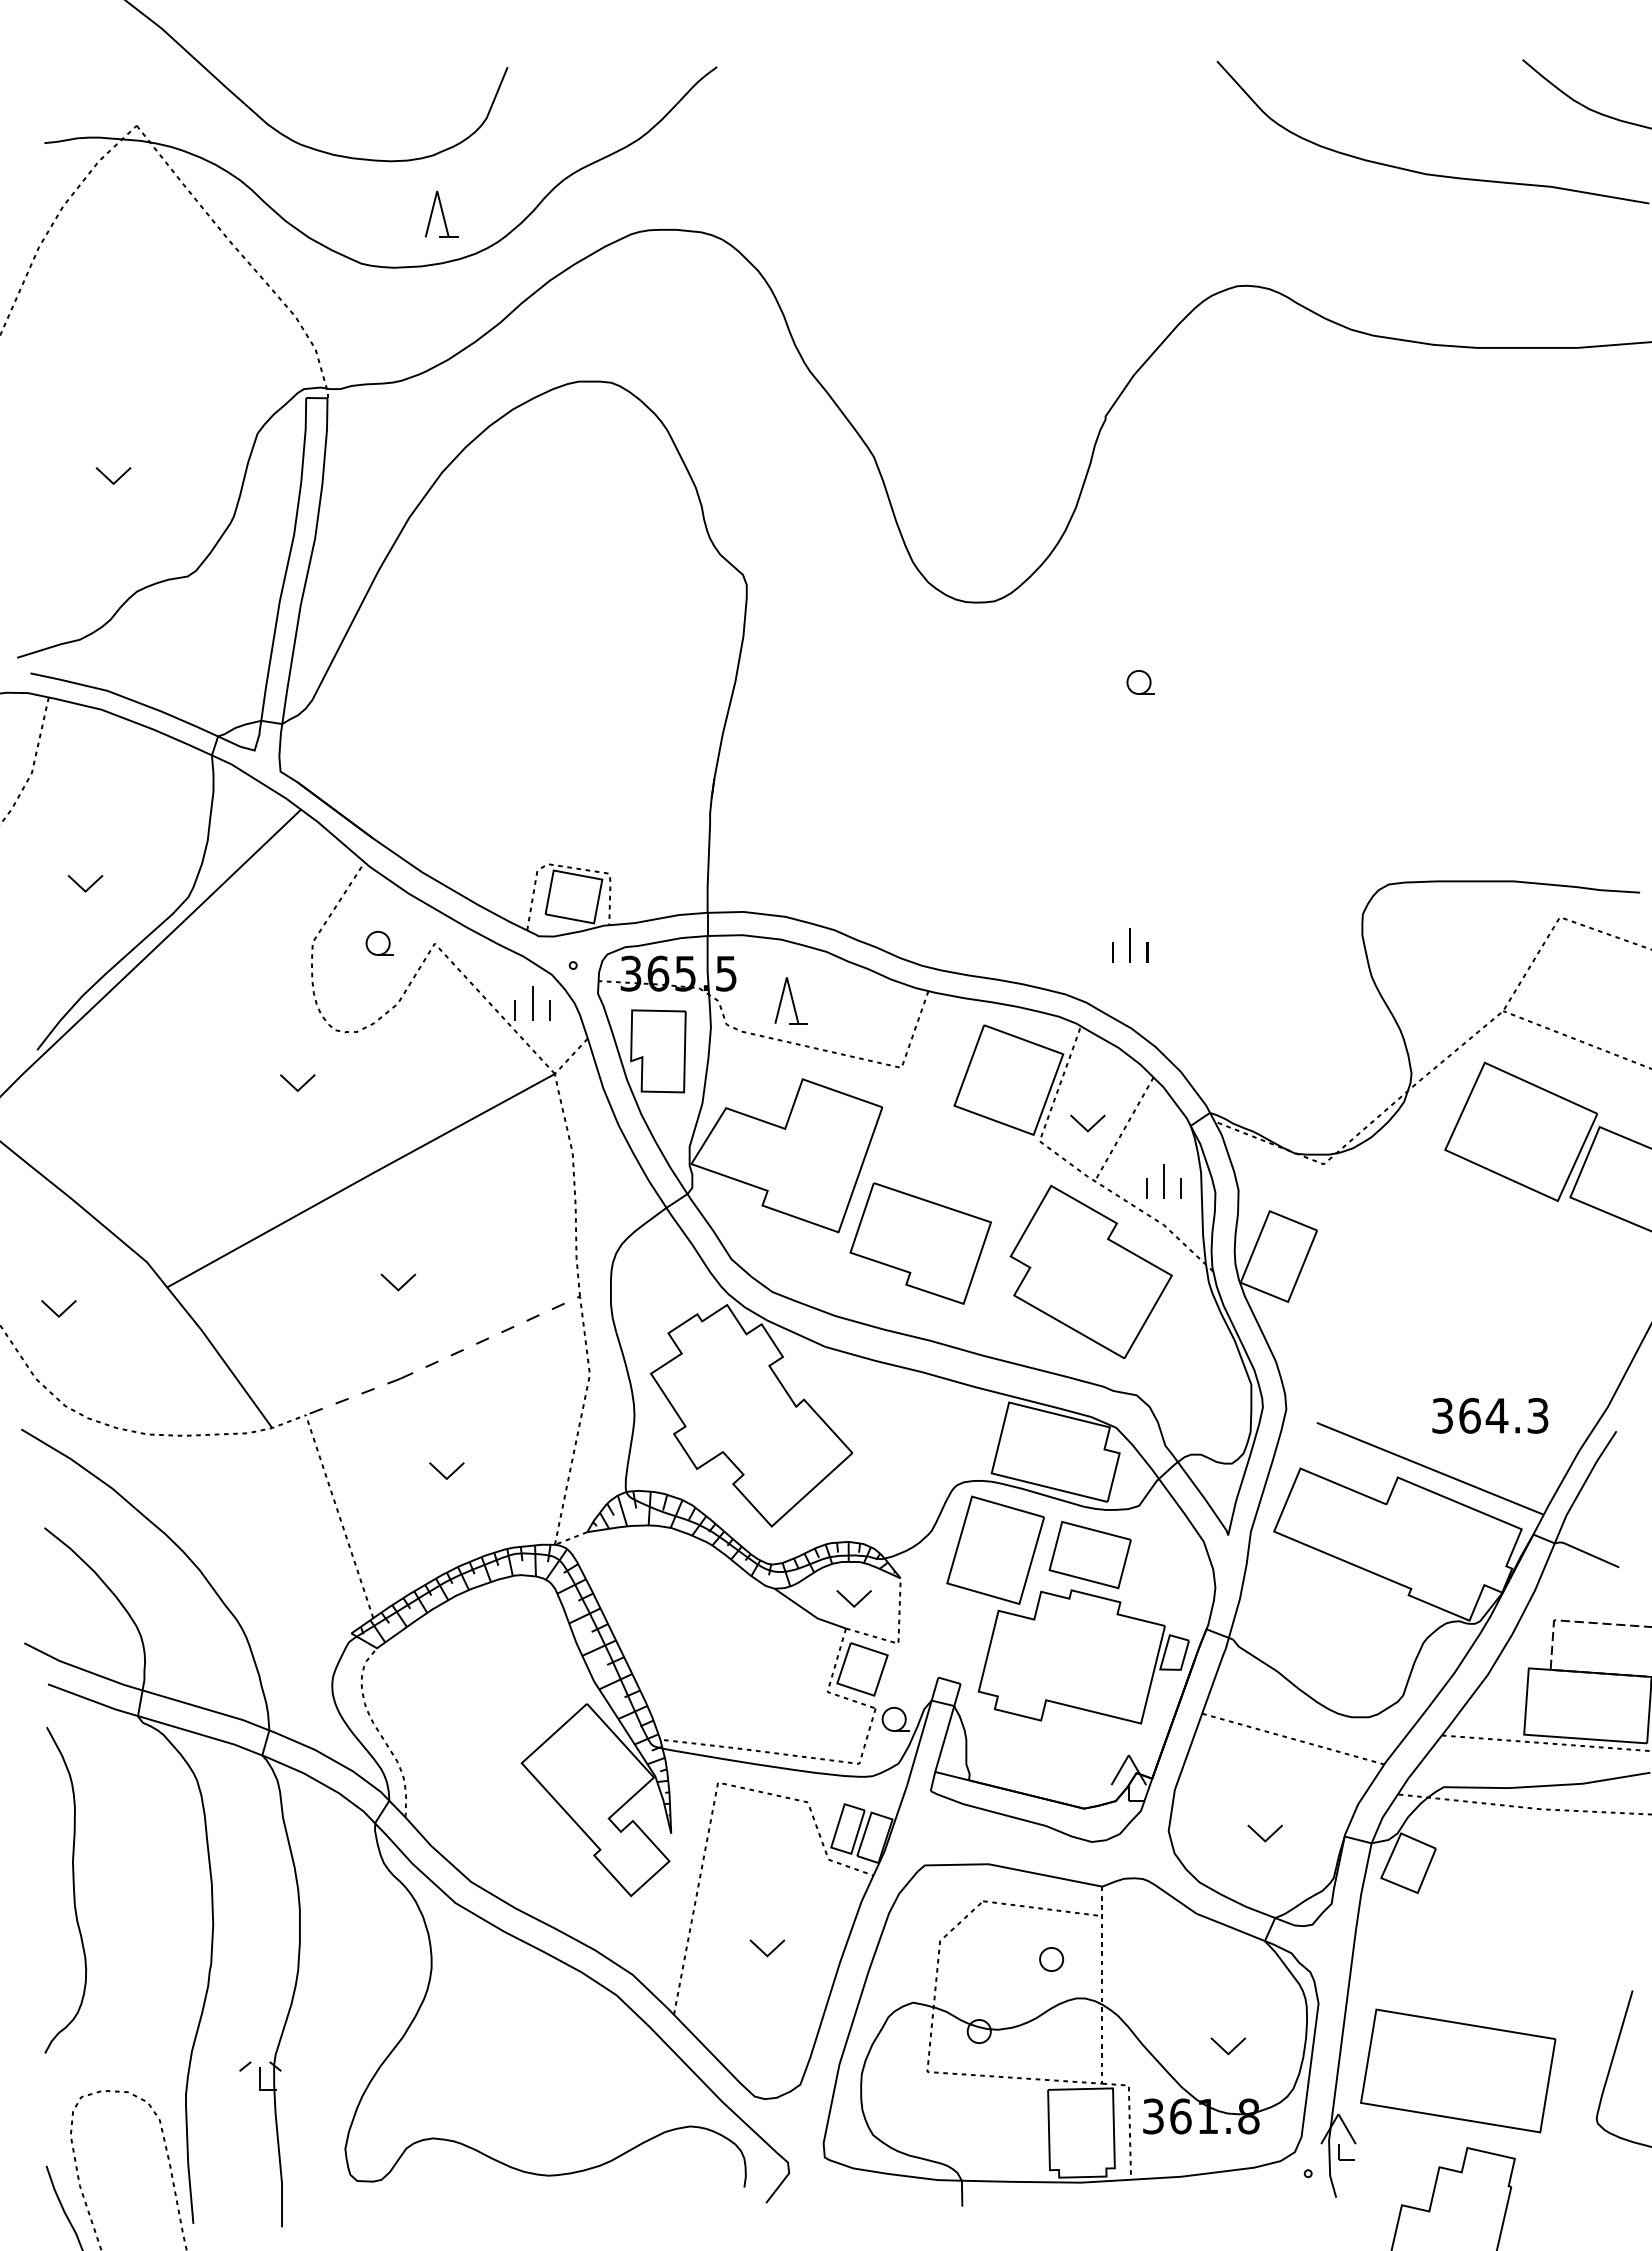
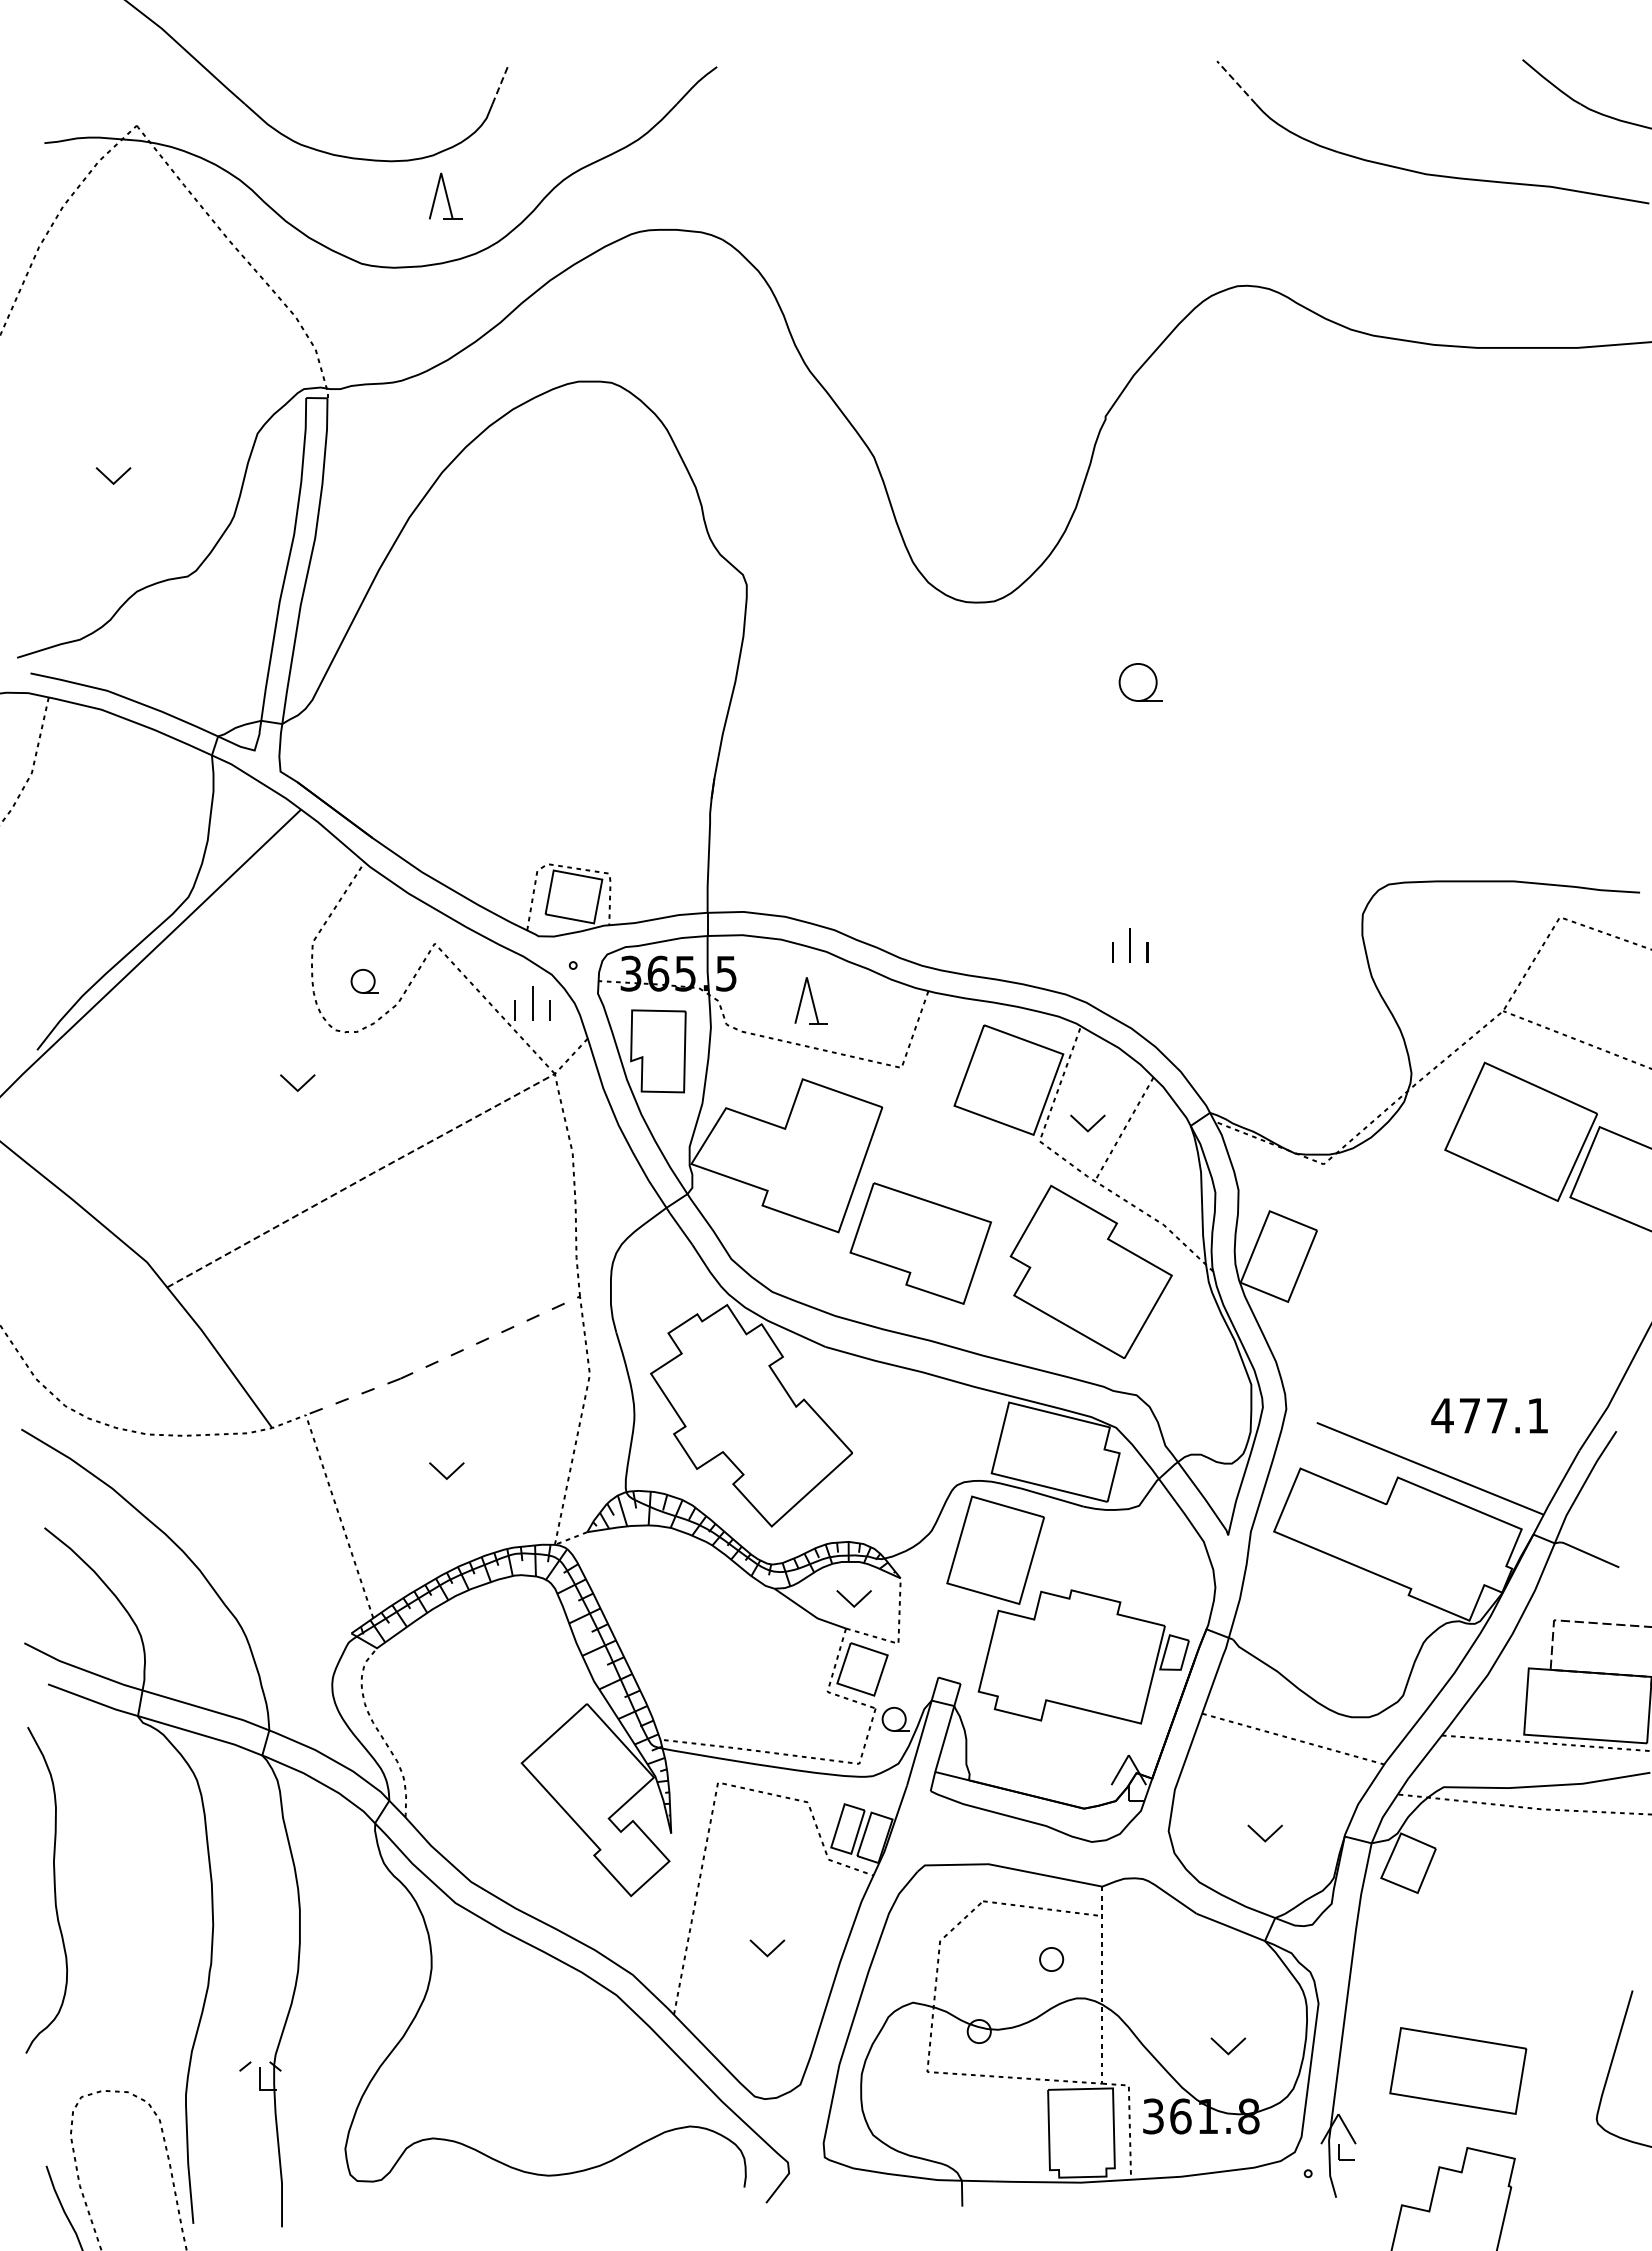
line at (1236, 82): solid -> dashed
line at (500, 85): solid -> dashed
part at (441, 213) position: (441, 213) -> (445, 195)
part at (1140, 682) size: 29x25 px -> 45x39 px
part at (85, 883): present -> none
part at (379, 943) position: (379, 943) -> (364, 981)
part at (790, 1000) position: (790, 1000) -> (810, 1000)
line at (361, 1179): solid -> dashed
part at (1163, 1181): present -> none
part at (398, 1282): present -> none
part at (58, 1308): present -> none
text at (1489, 1415): 364.3 -> 477.1
part at (1089, 1555): present -> none
curve at (73, 1890) position: (73, 1890) -> (54, 1890)
part at (1458, 2070) size: 197x126 px -> 139x88 px
